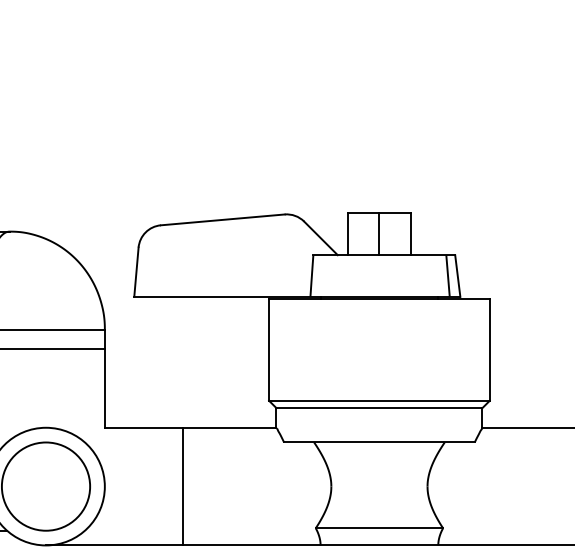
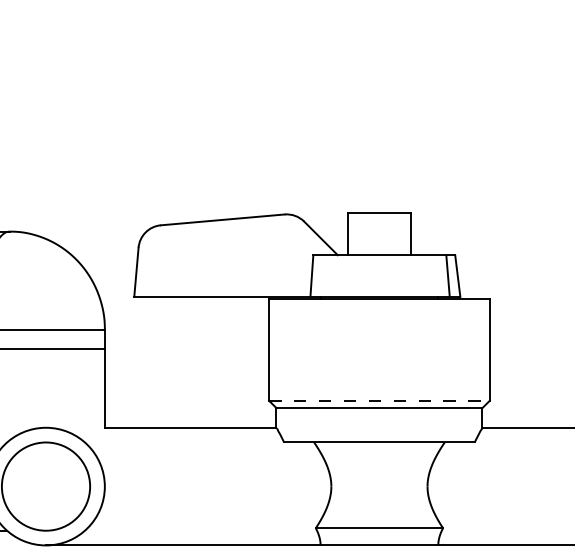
line at (379, 234): present -> none
line at (379, 400): solid -> dashed
line at (183, 486): present -> none
